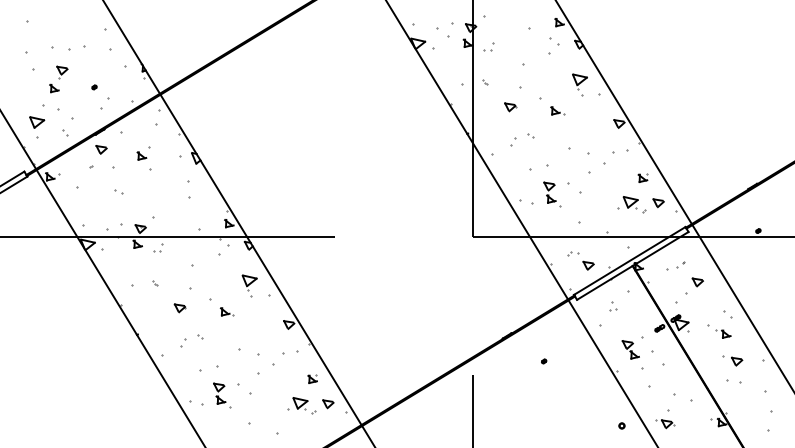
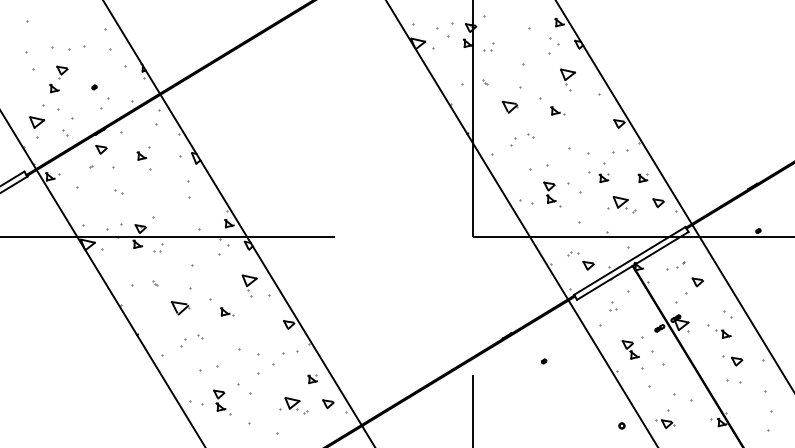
part at (579, 84) position: (579, 84) -> (567, 79)
part at (510, 107) size: 14x11 px -> 18x14 px
part at (603, 177): none -> present
part at (631, 204) position: (631, 204) -> (621, 204)
part at (179, 308) size: 14x11 px -> 21x15 px
part at (222, 395) position: (222, 395) -> (222, 402)
part at (301, 405) position: (301, 405) -> (293, 405)
